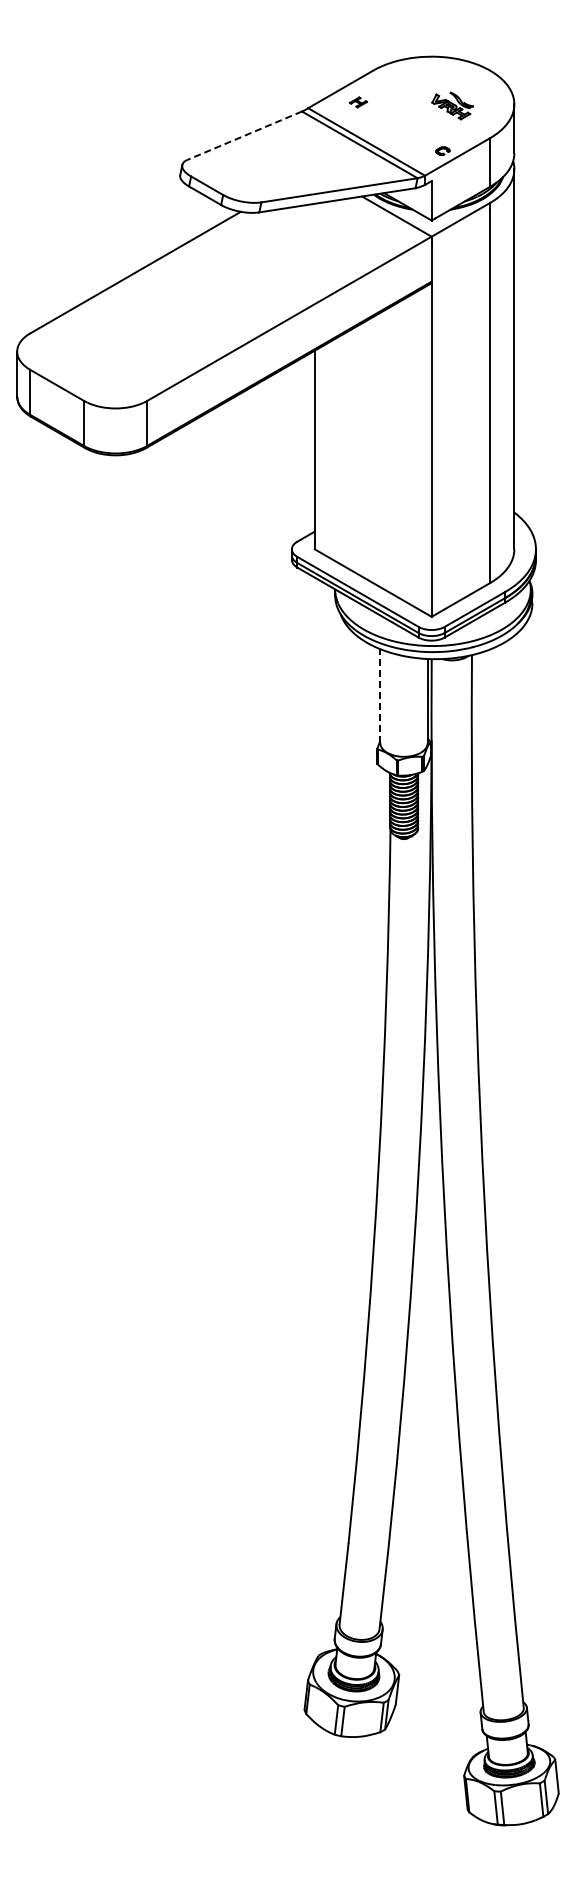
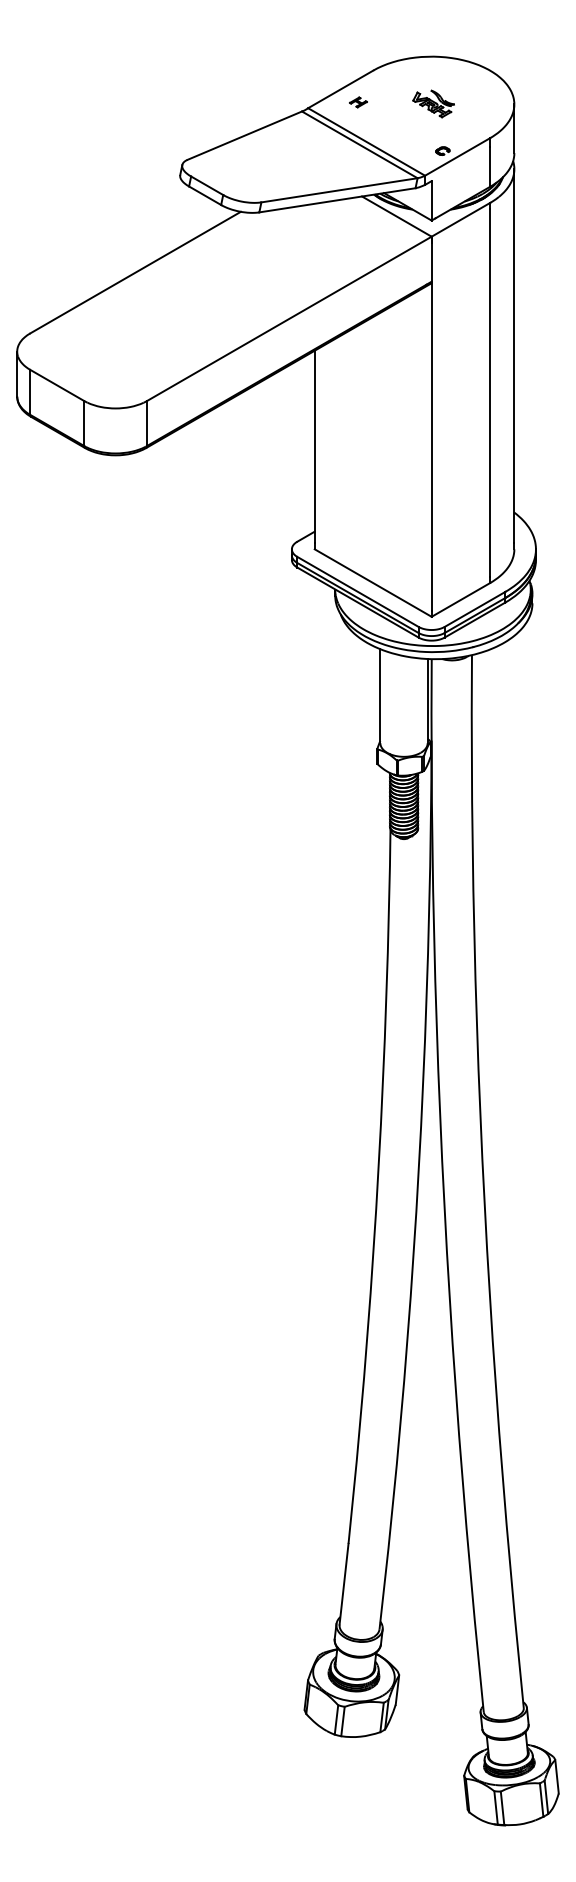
part at (452, 105) position: (452, 105) -> (433, 103)
line at (244, 135): dashed -> solid
line at (380, 696): dashed -> solid
